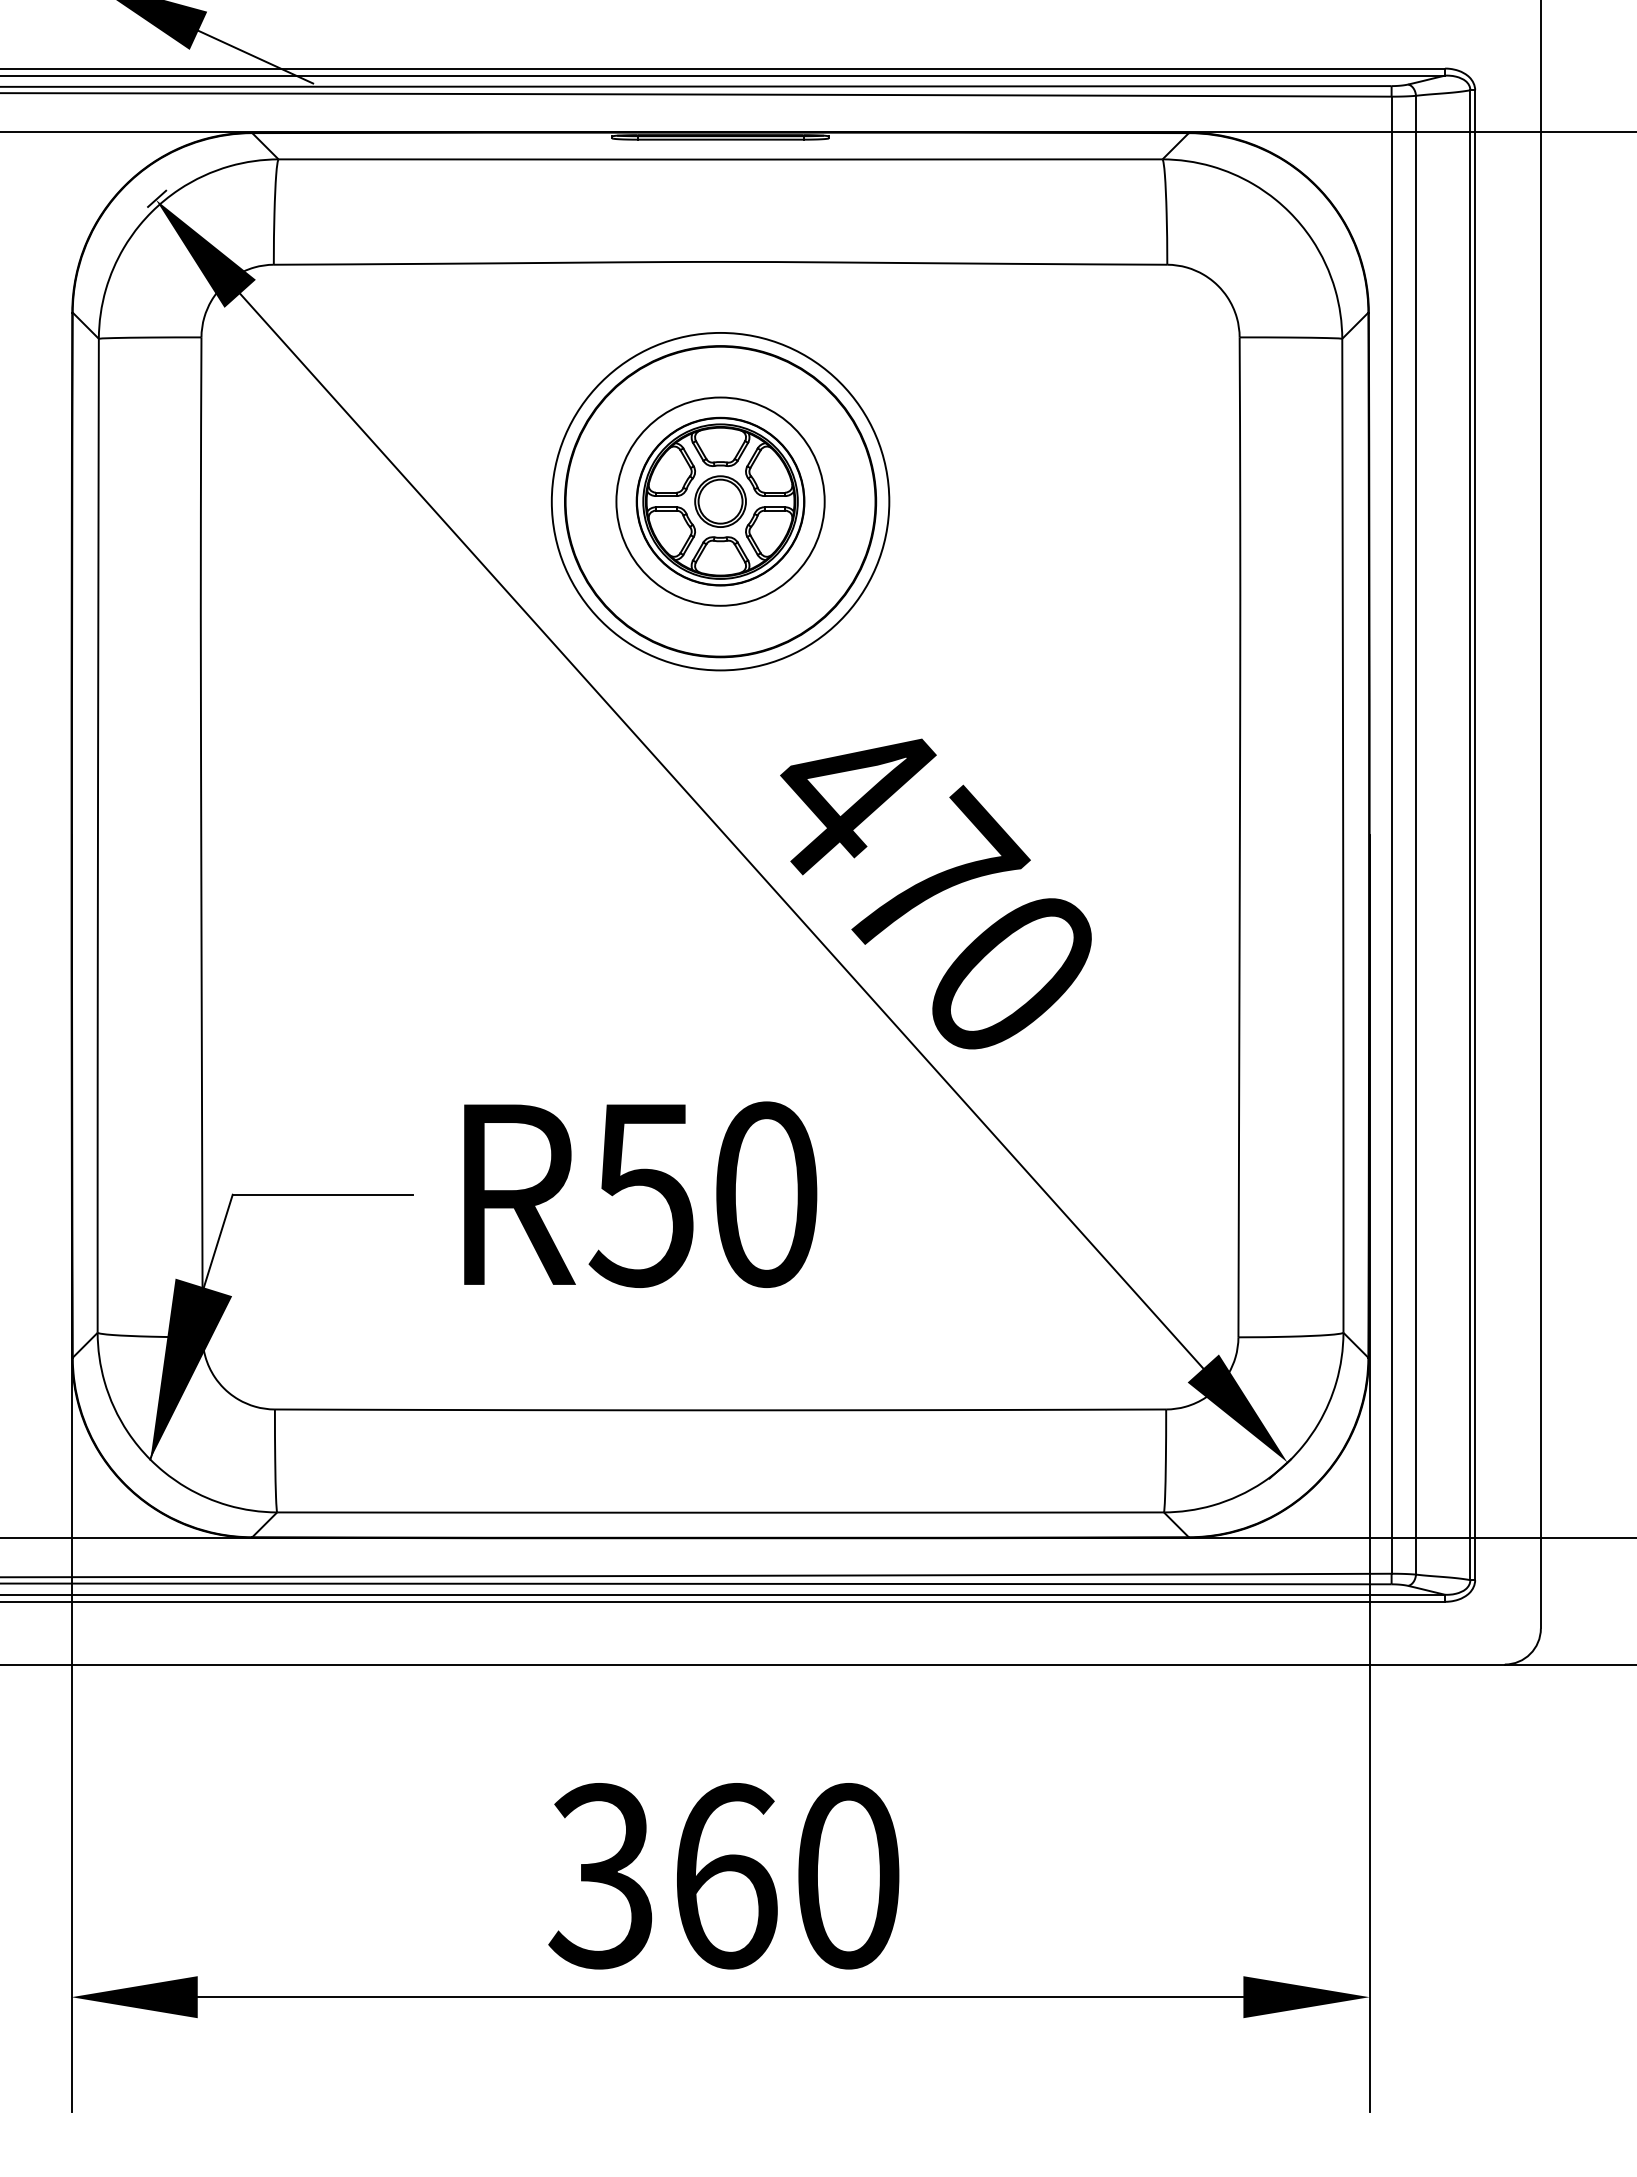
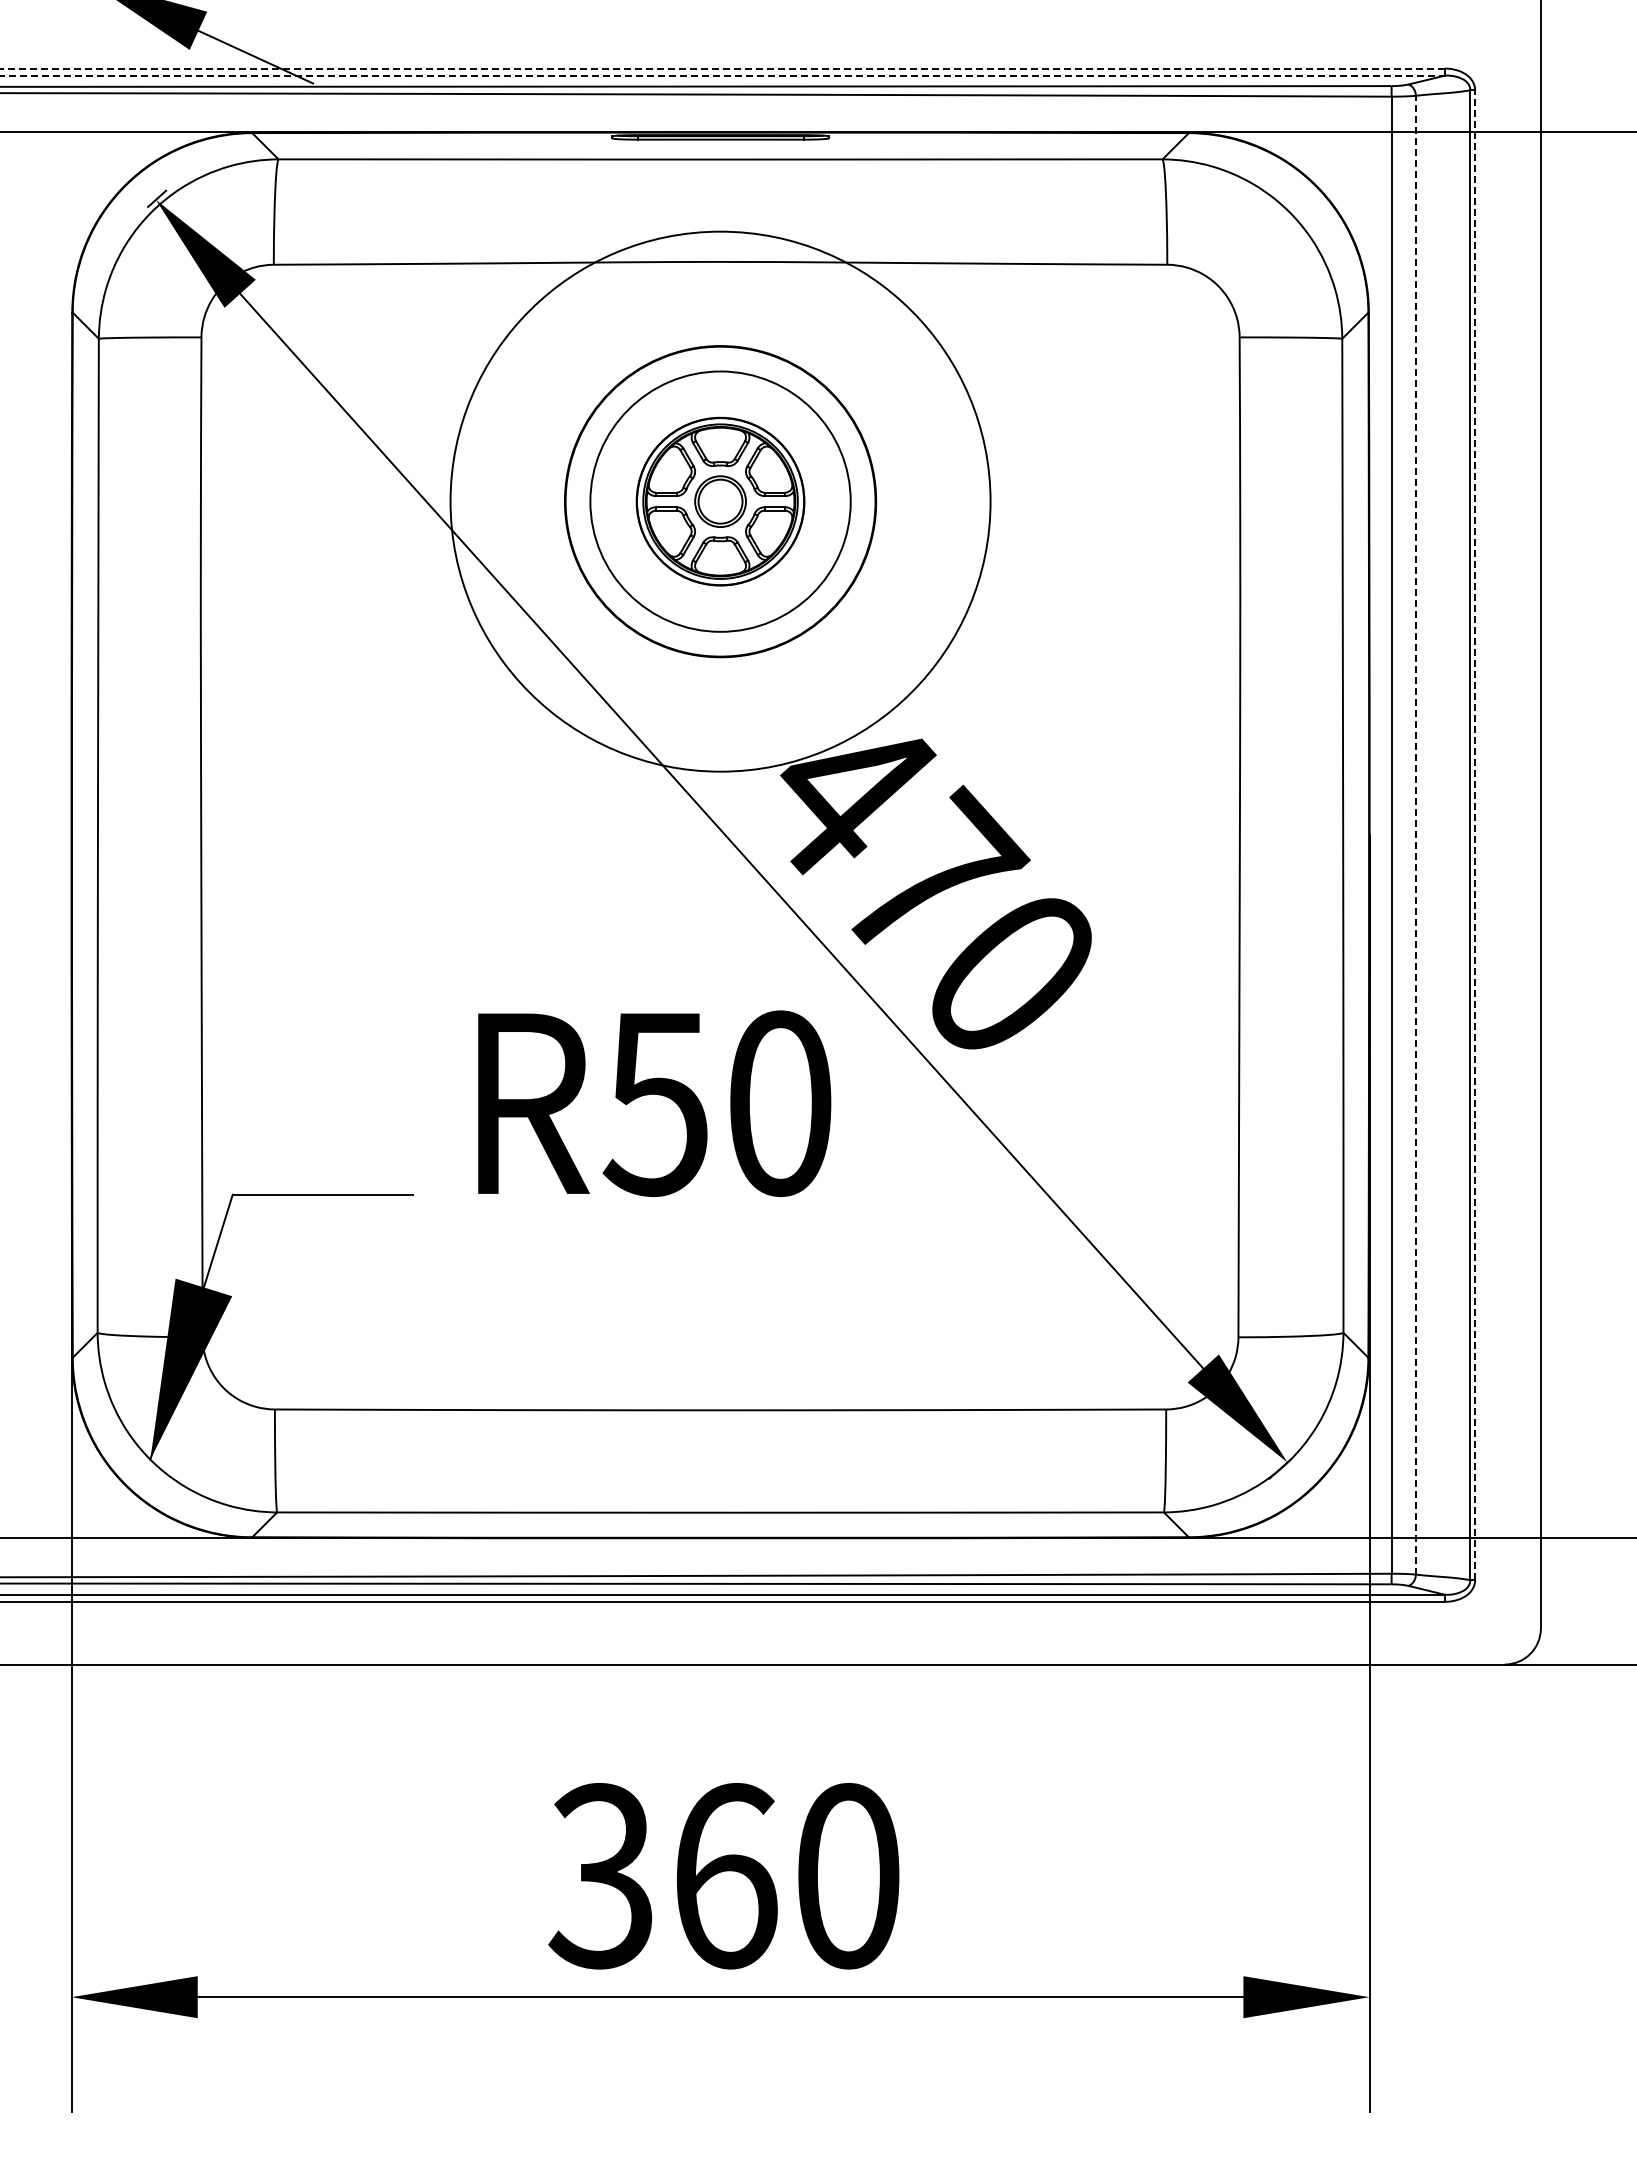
line at (722, 68): solid -> dashed
line at (723, 75): solid -> dashed
circle at (720, 501) diameter: 208 px -> 260 px
circle at (720, 501) diameter: 338 px -> 540 px
line at (1415, 834): solid -> dashed
line at (1475, 835): solid -> dashed
text at (640, 1194) position: (640, 1194) -> (654, 1103)
